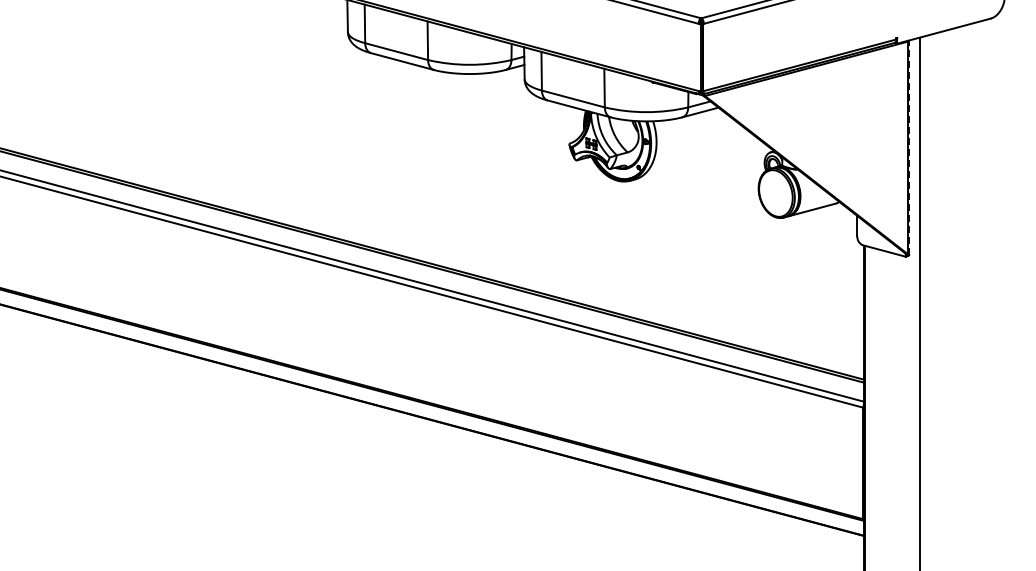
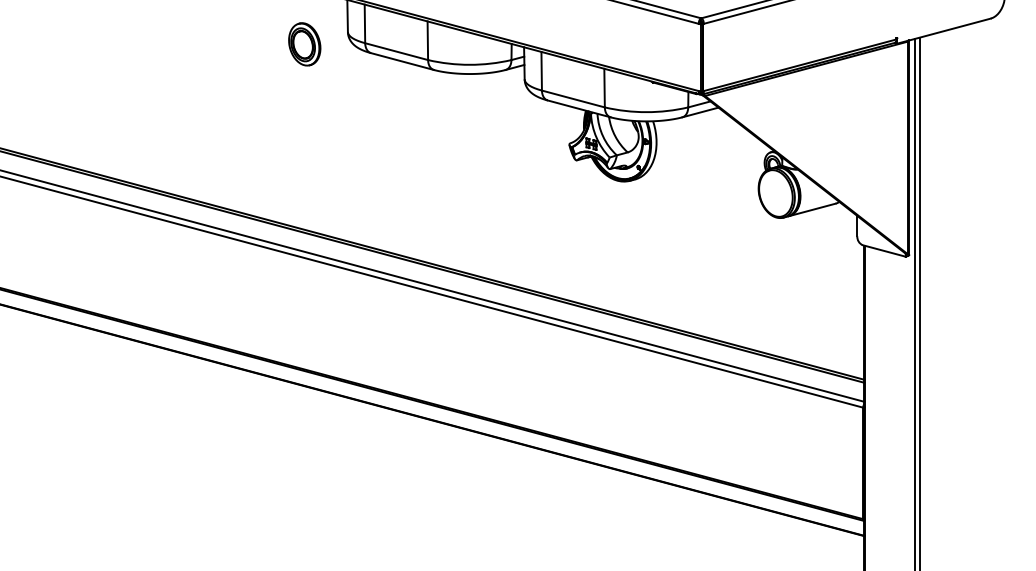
part at (304, 44): none -> present
line at (909, 147): dashed -> solid
line at (915, 302): none -> present
